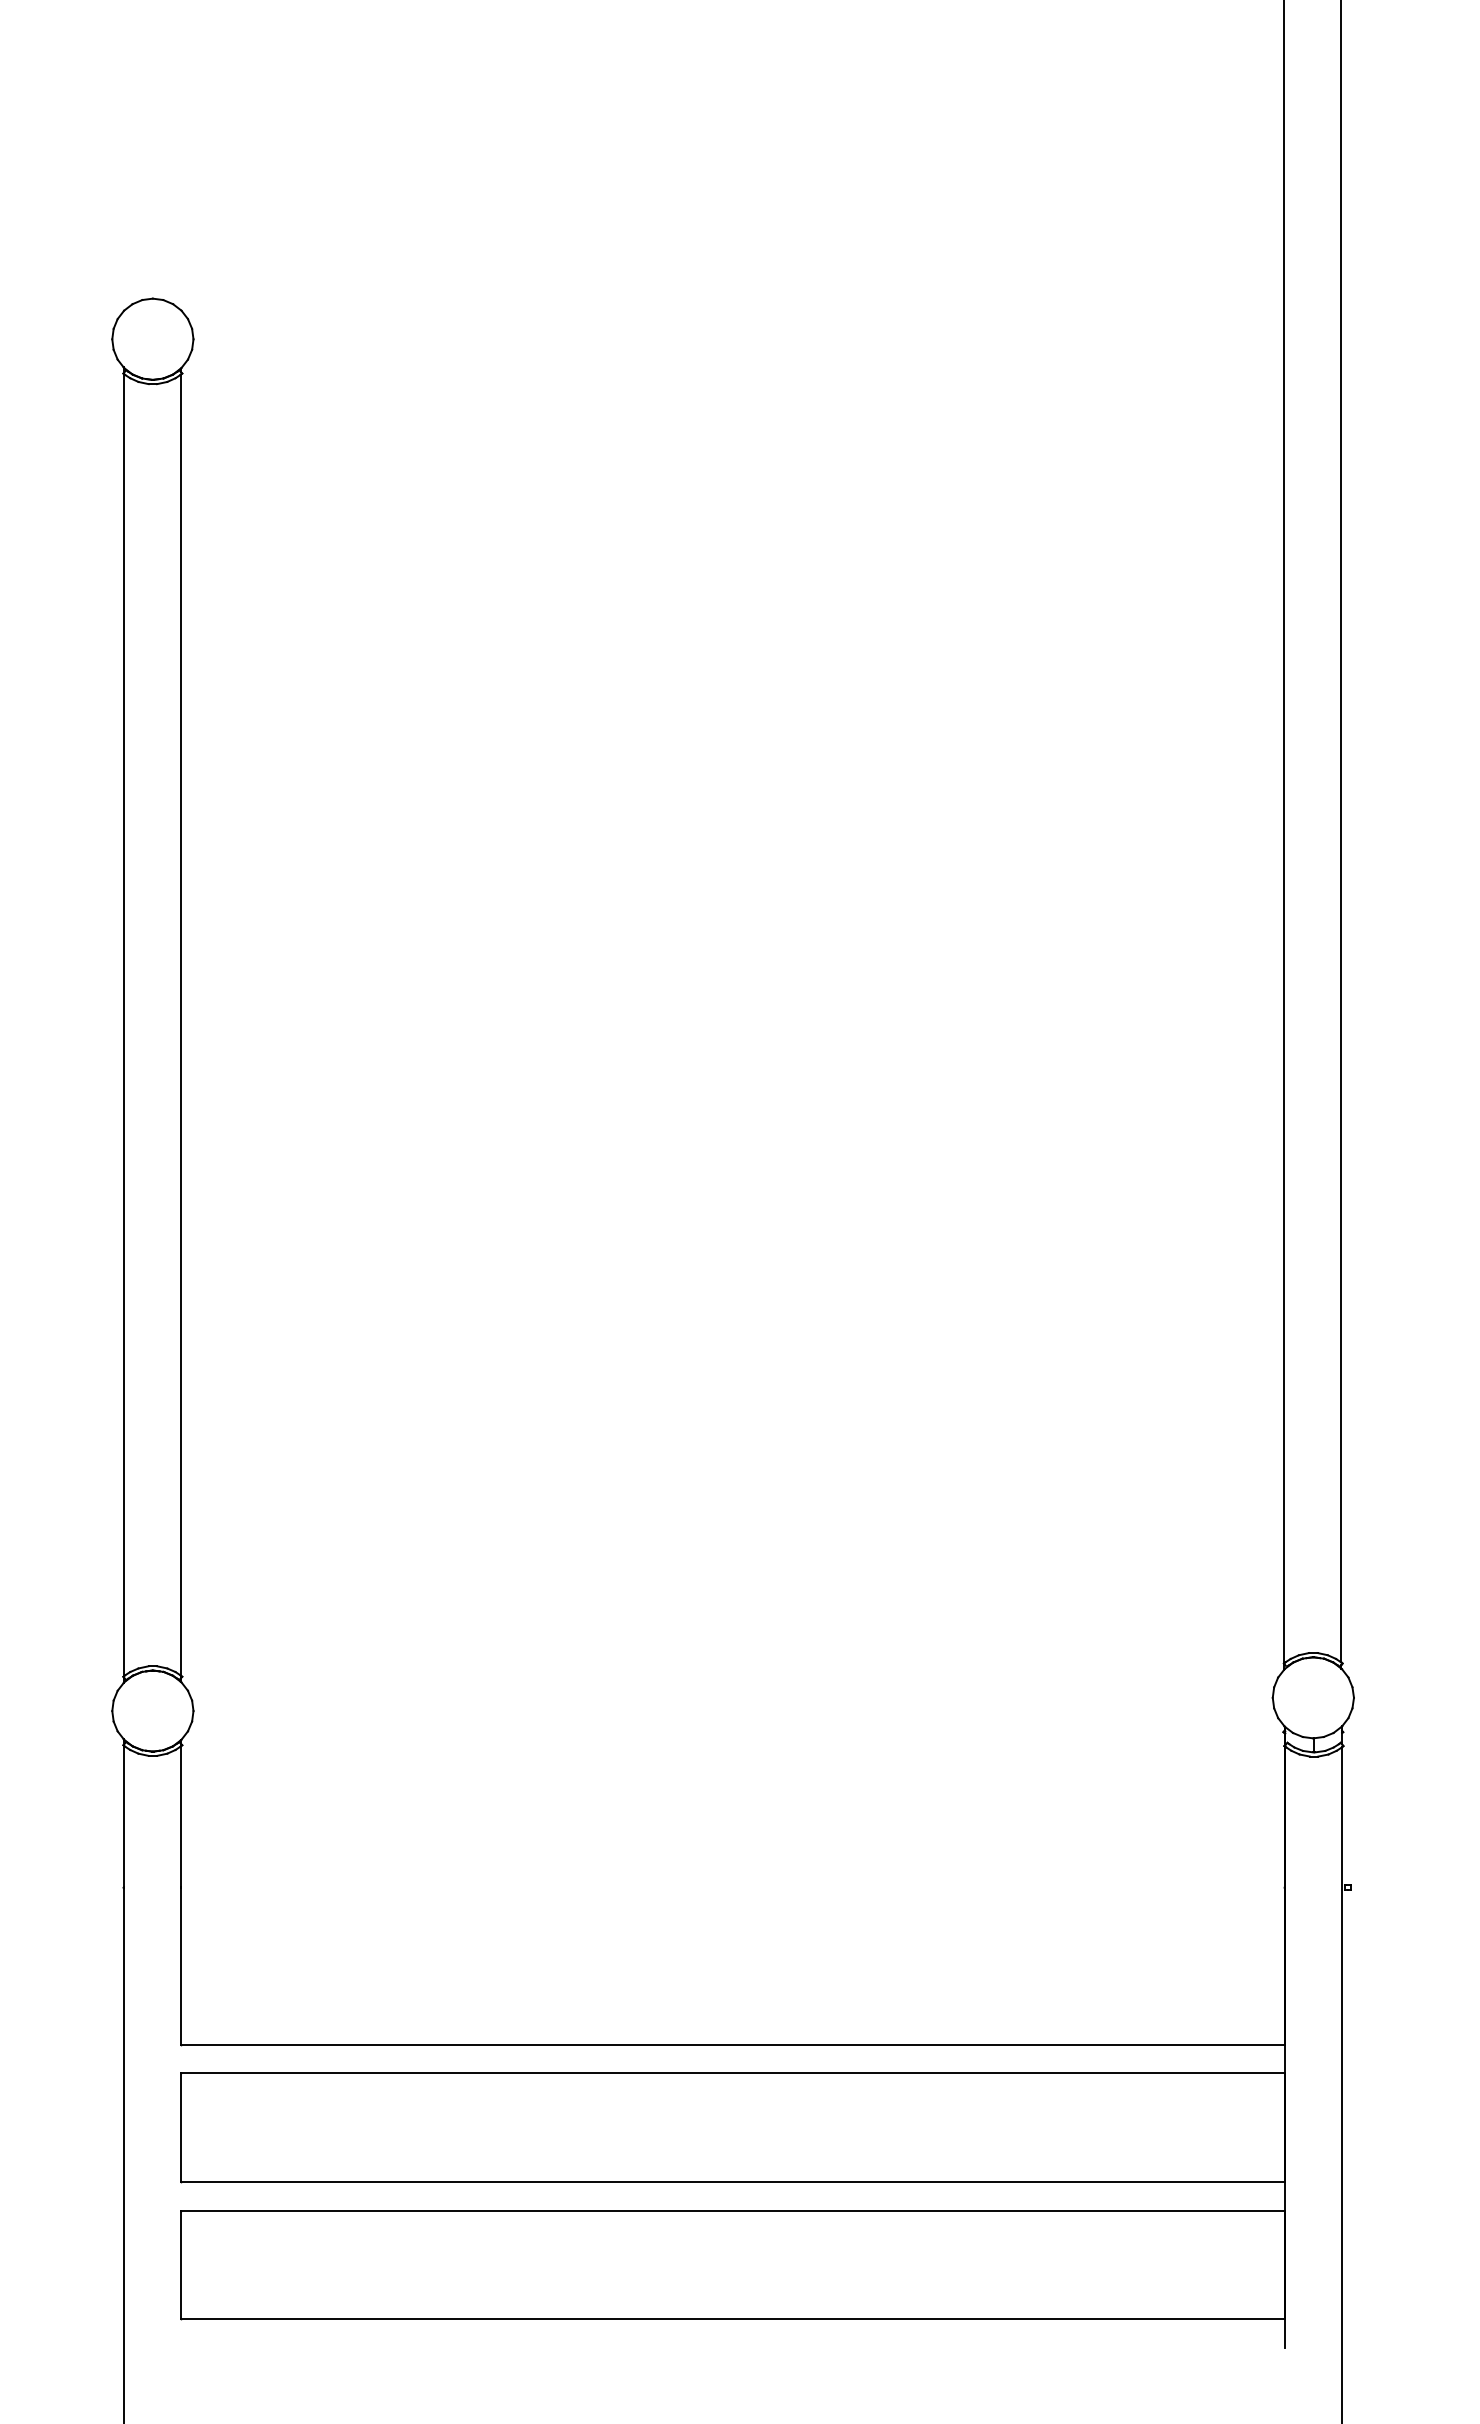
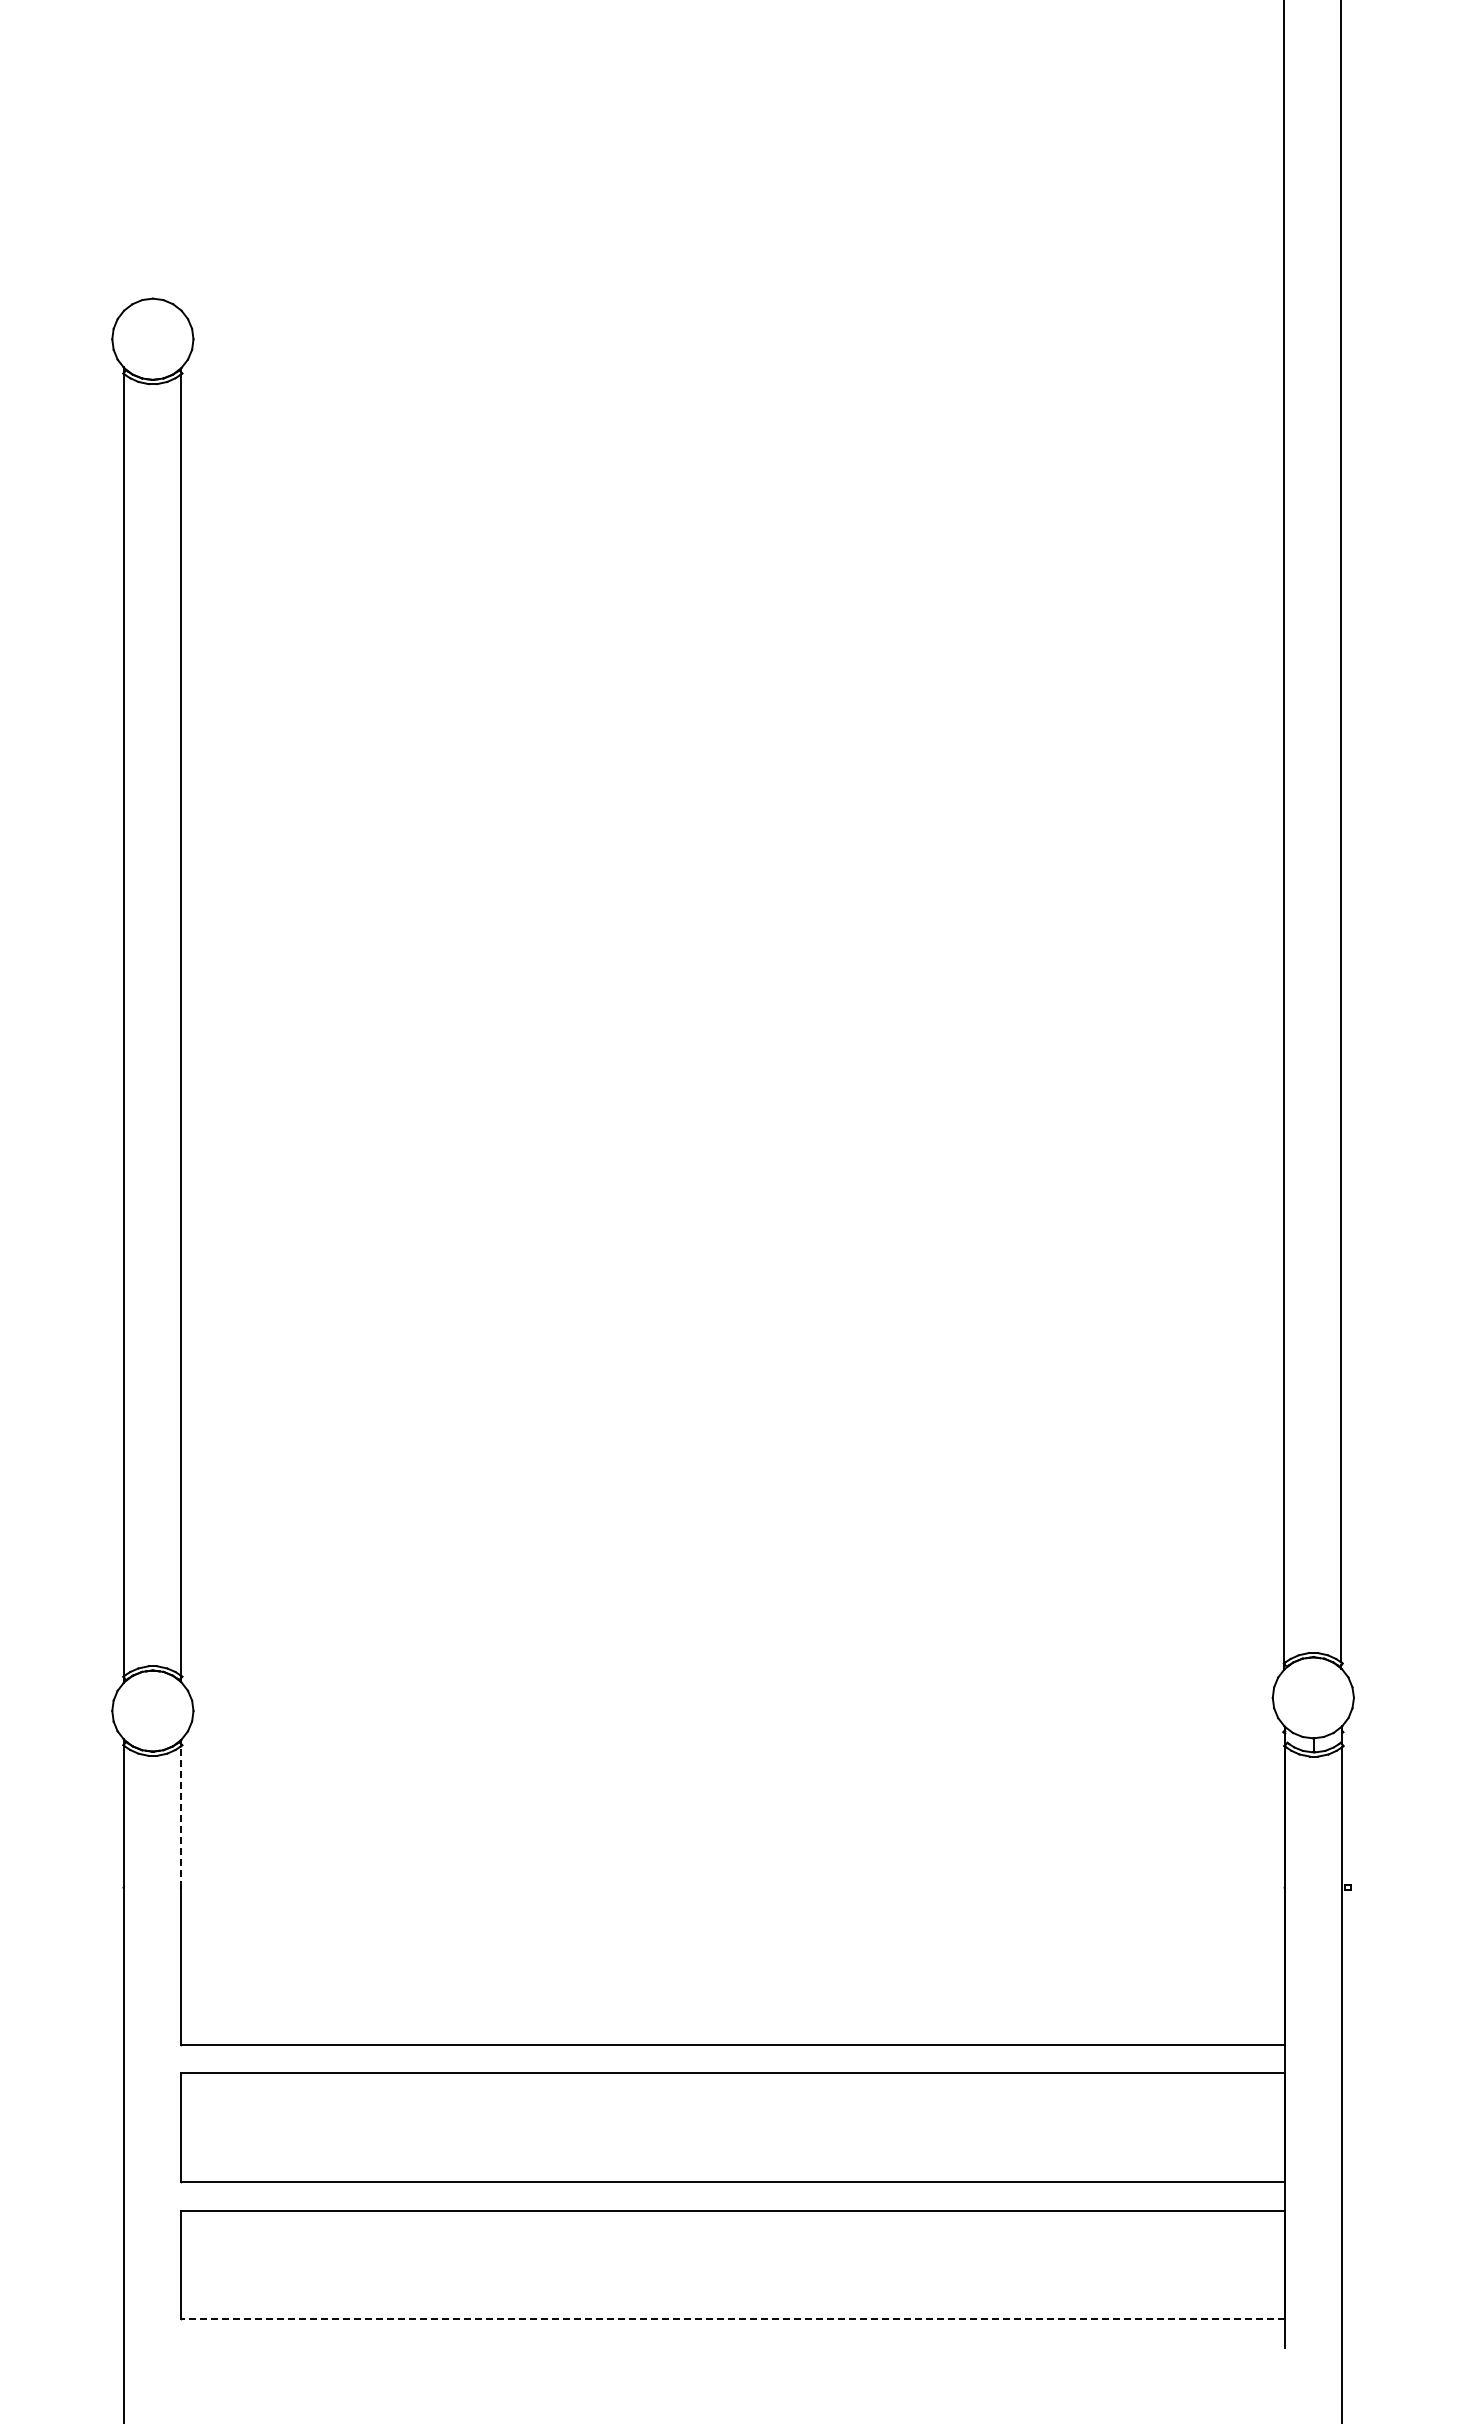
line at (180, 1817): solid -> dashed
line at (732, 2319): solid -> dashed
